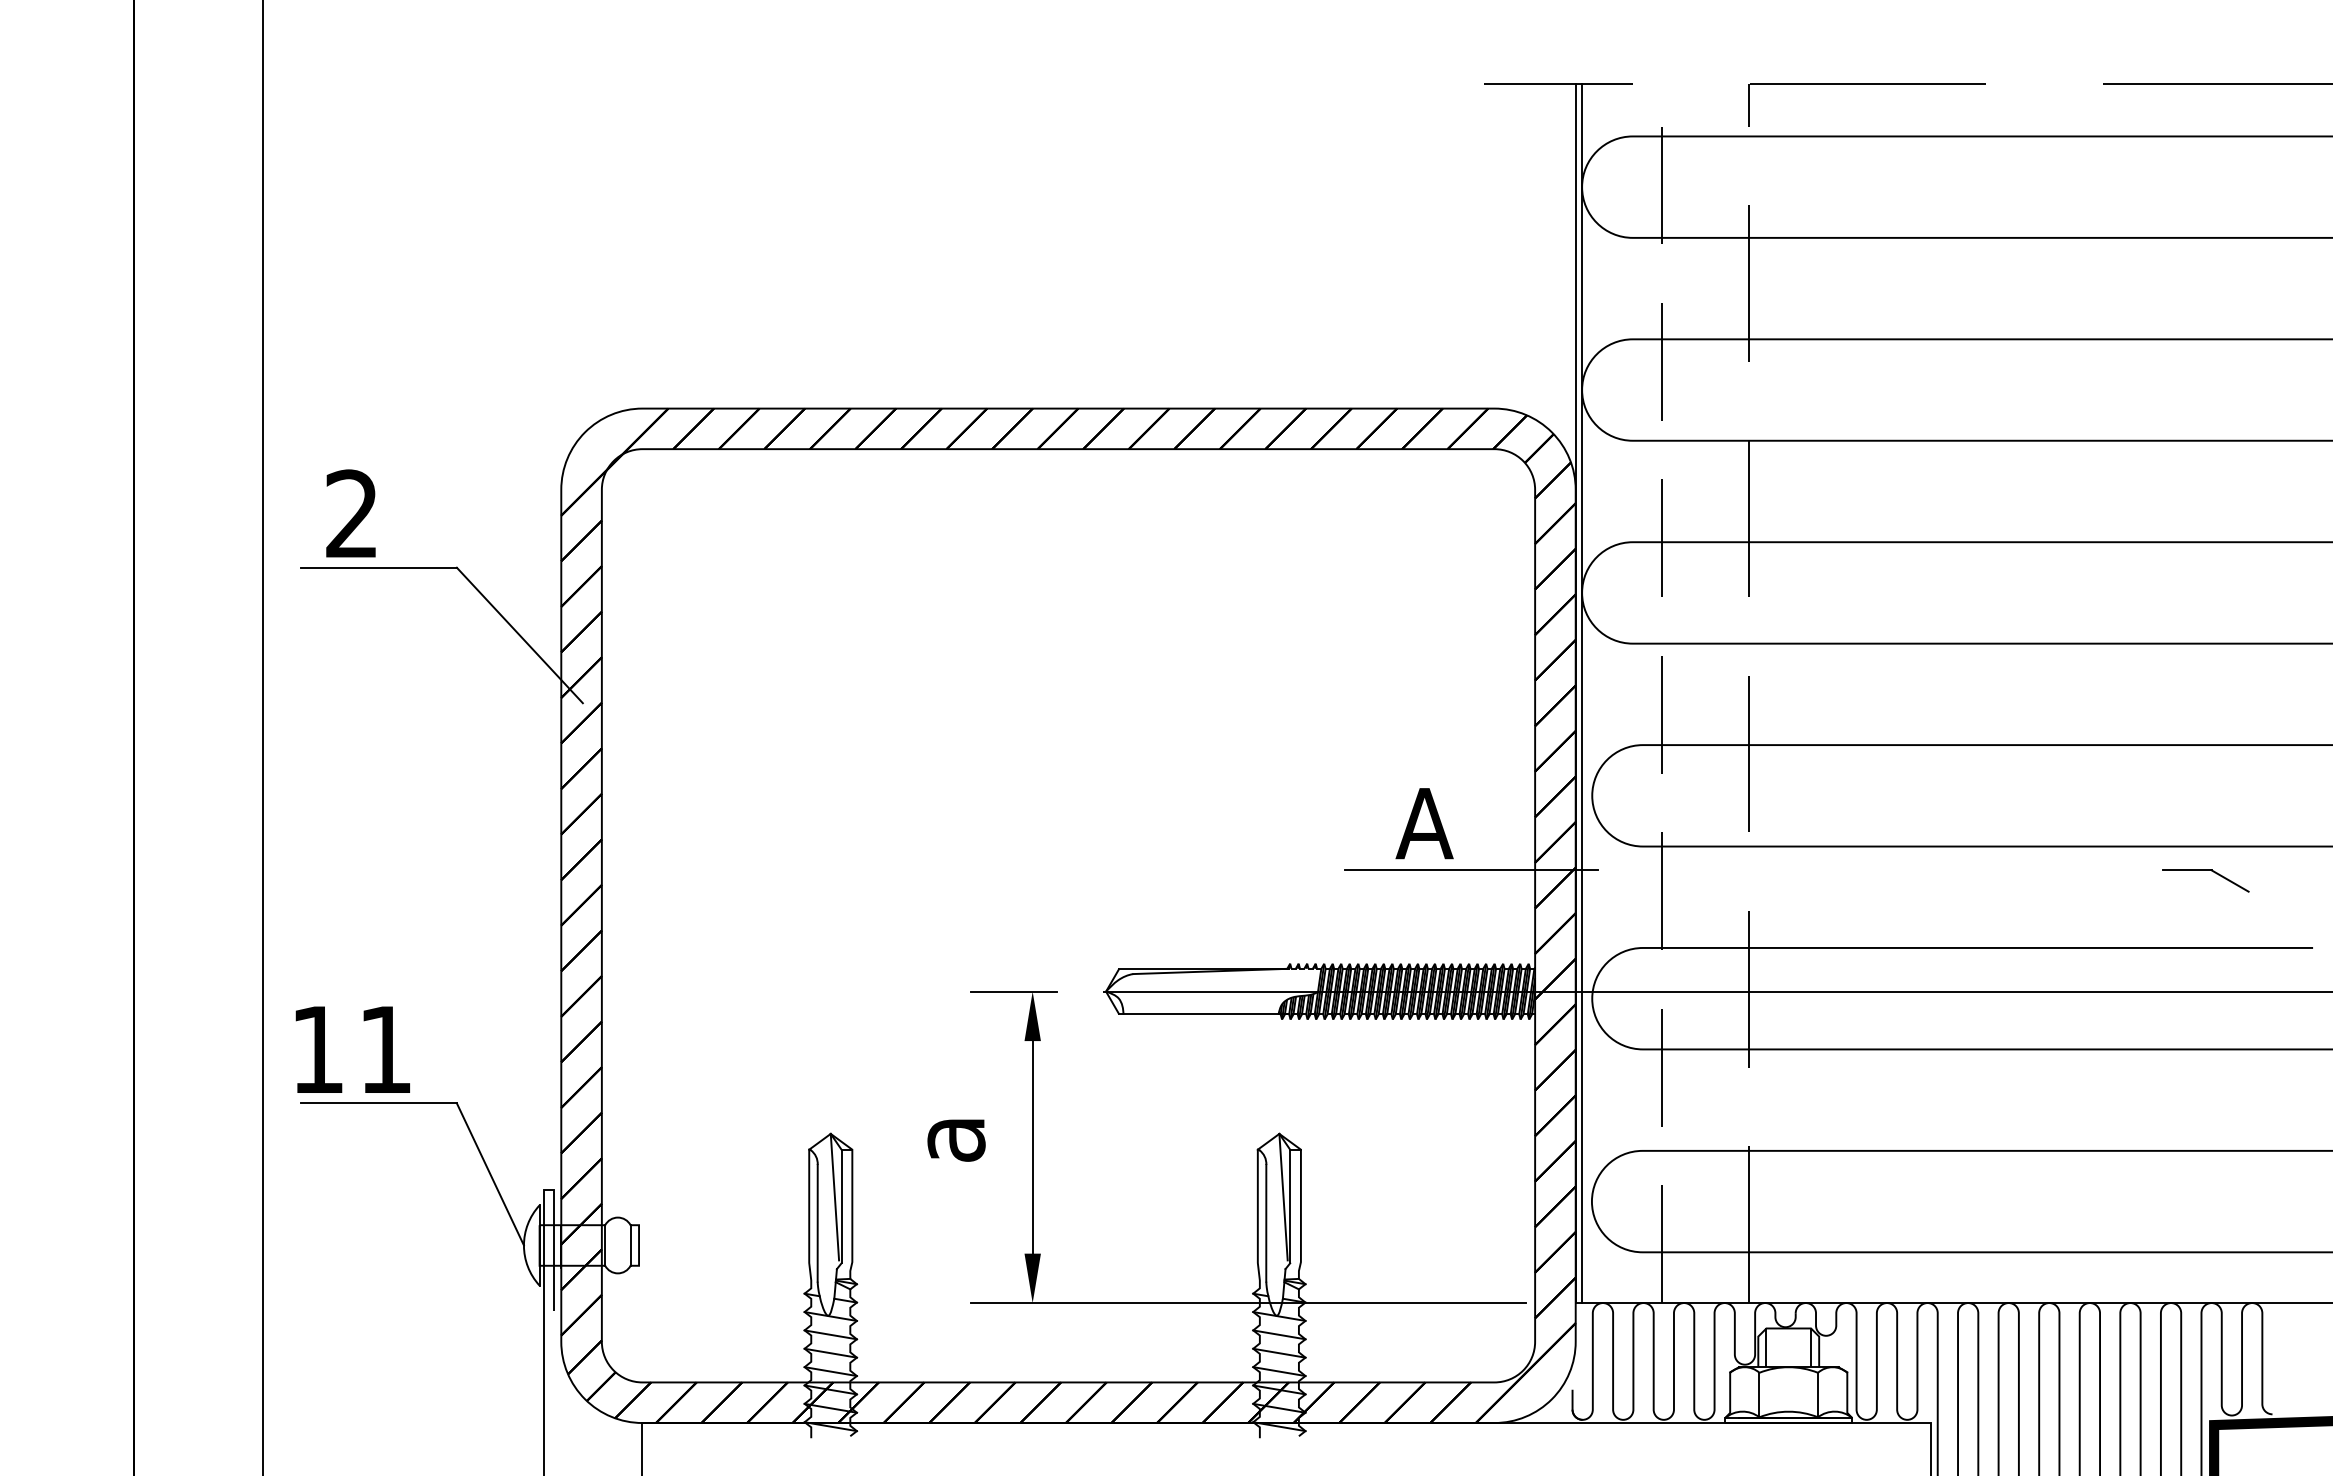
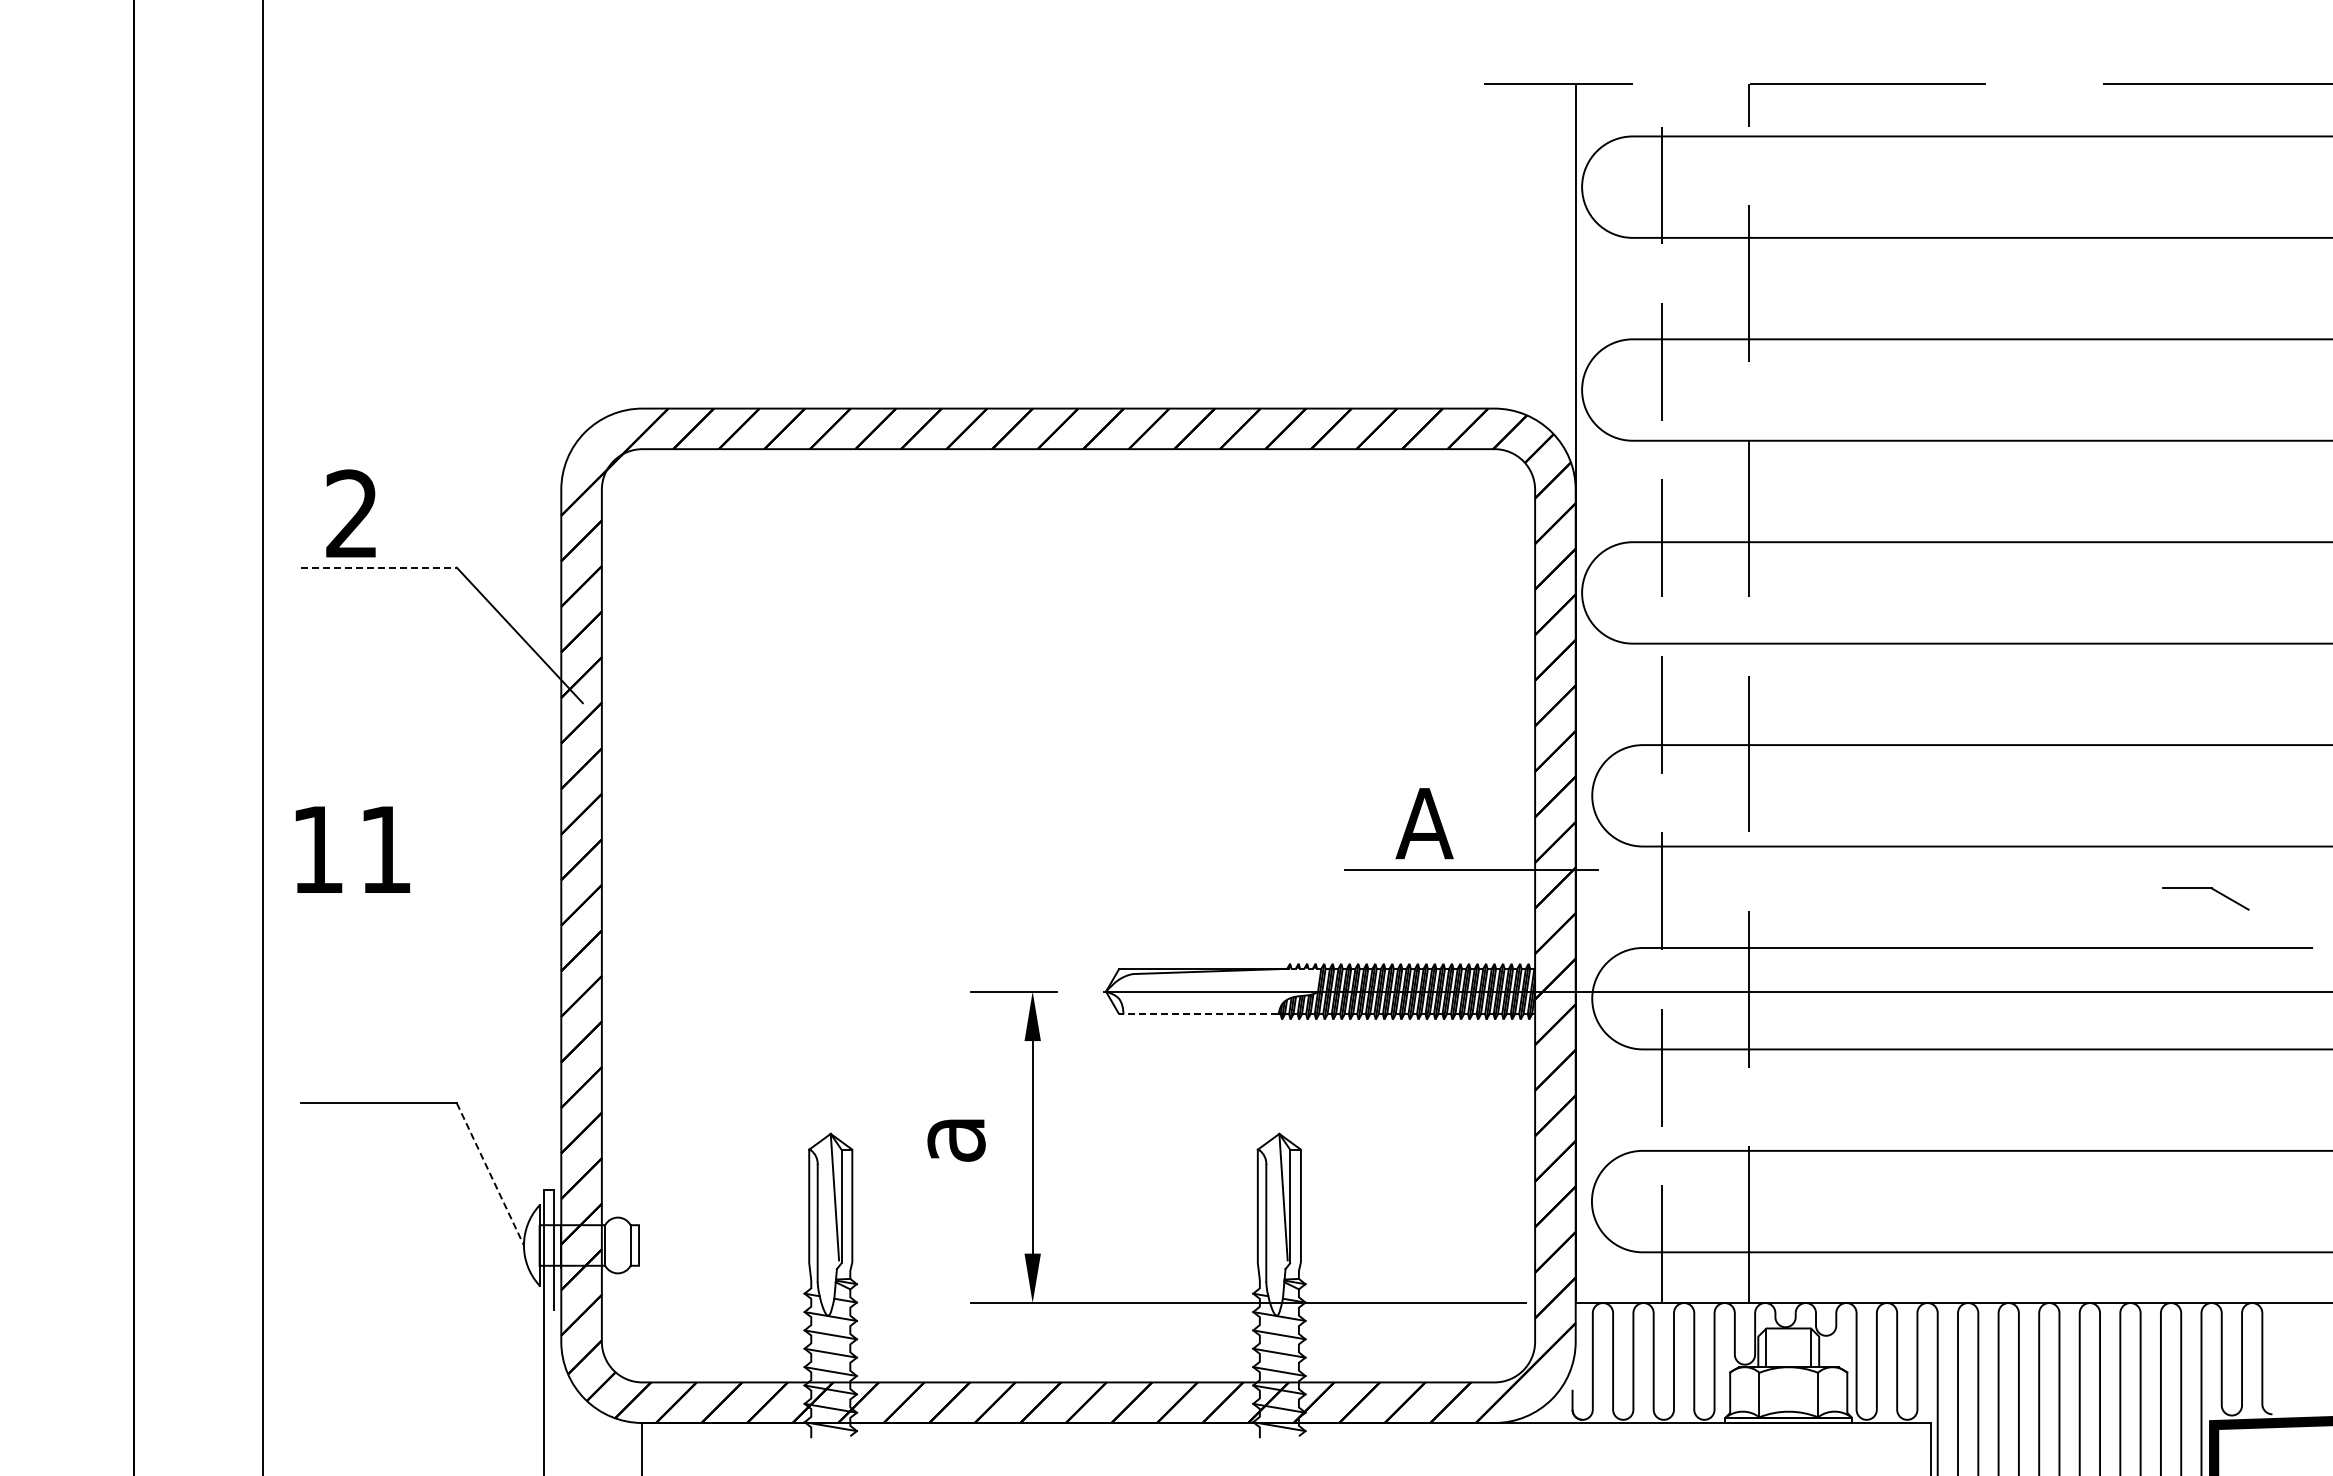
line at (379, 567): solid -> dashed
line at (1582, 693): present -> none
part at (2205, 870) position: (2205, 870) -> (2205, 888)
line at (1203, 1014): solid -> dashed
text at (352, 1049) position: (352, 1049) -> (352, 849)
line at (490, 1174): solid -> dashed
